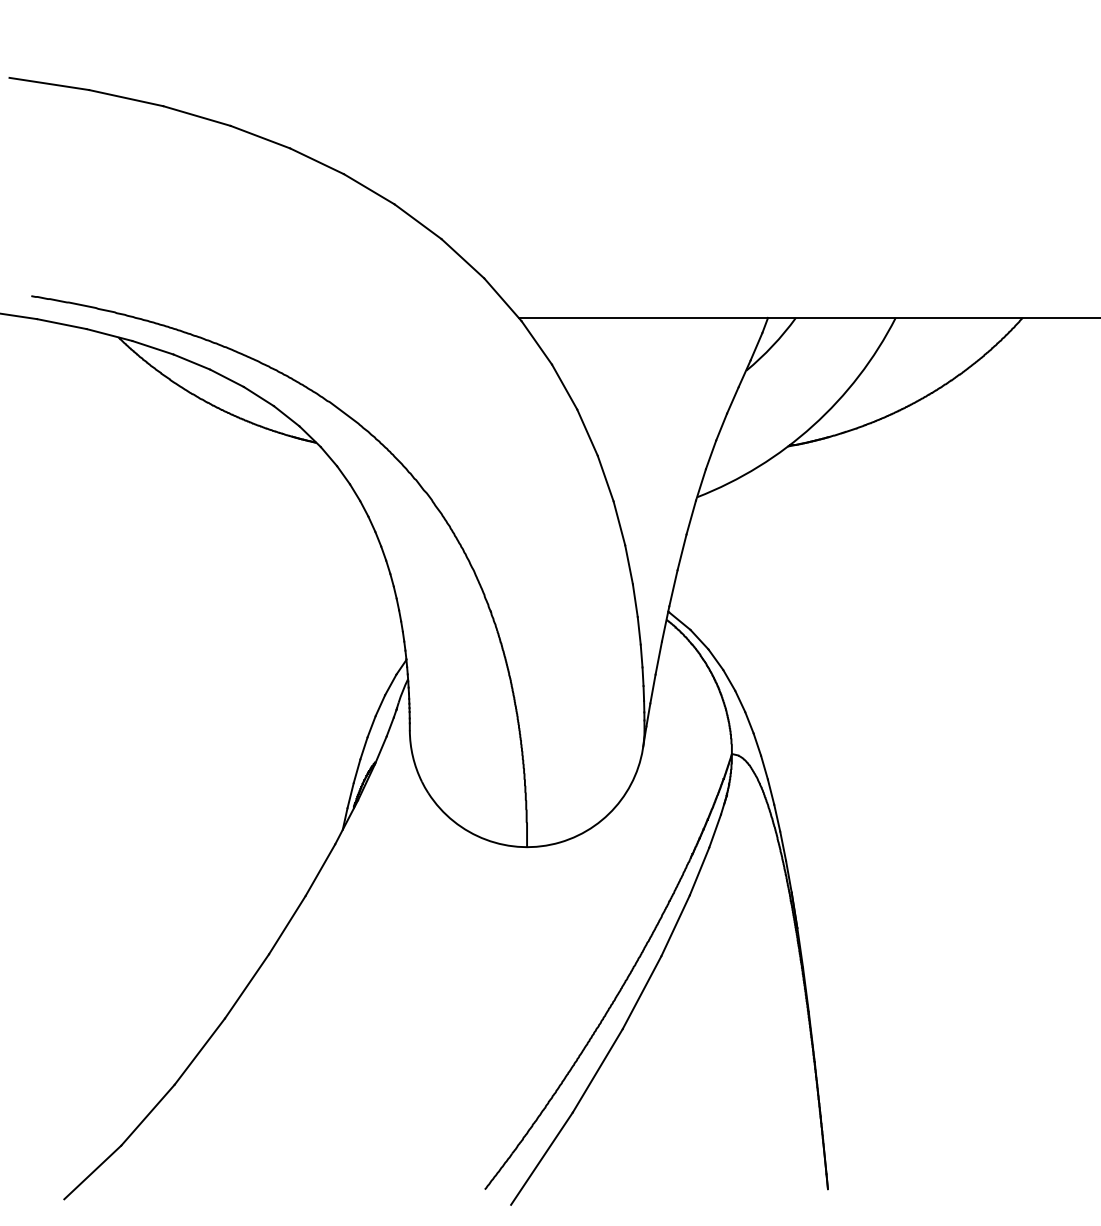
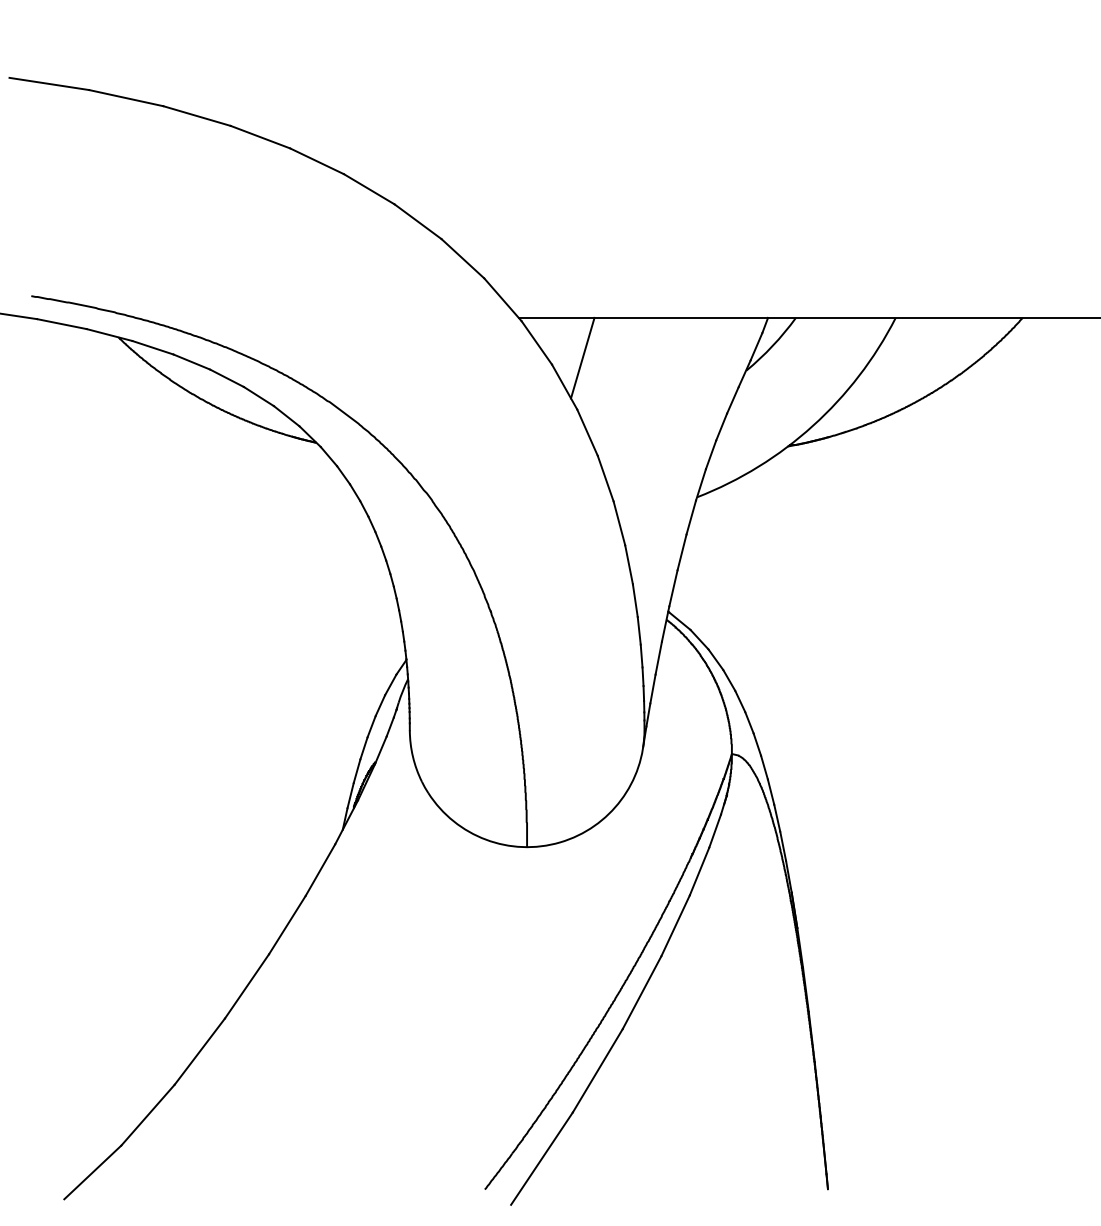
line at (582, 357): none -> present
